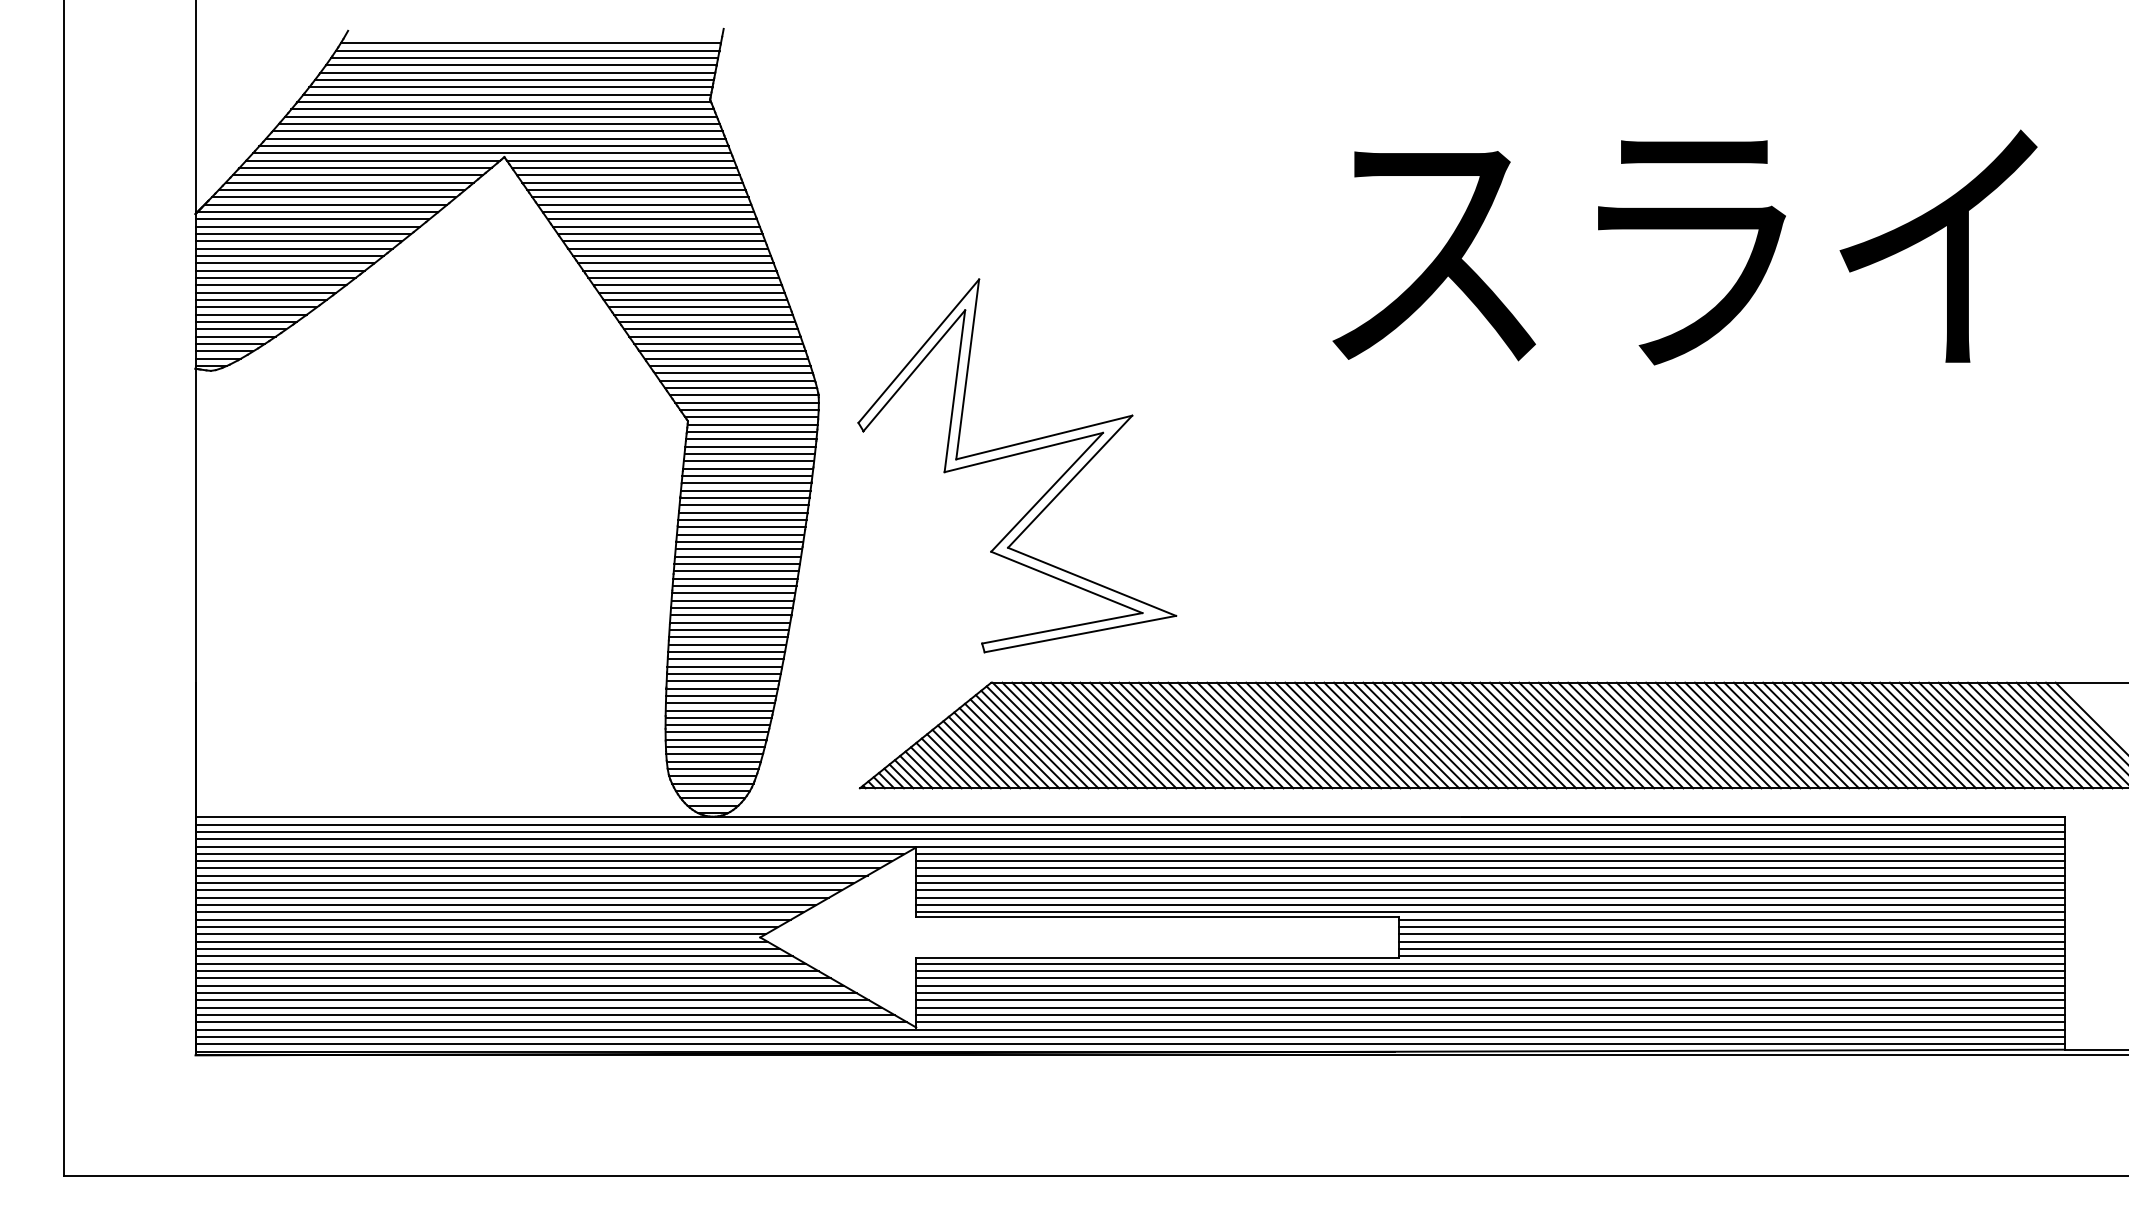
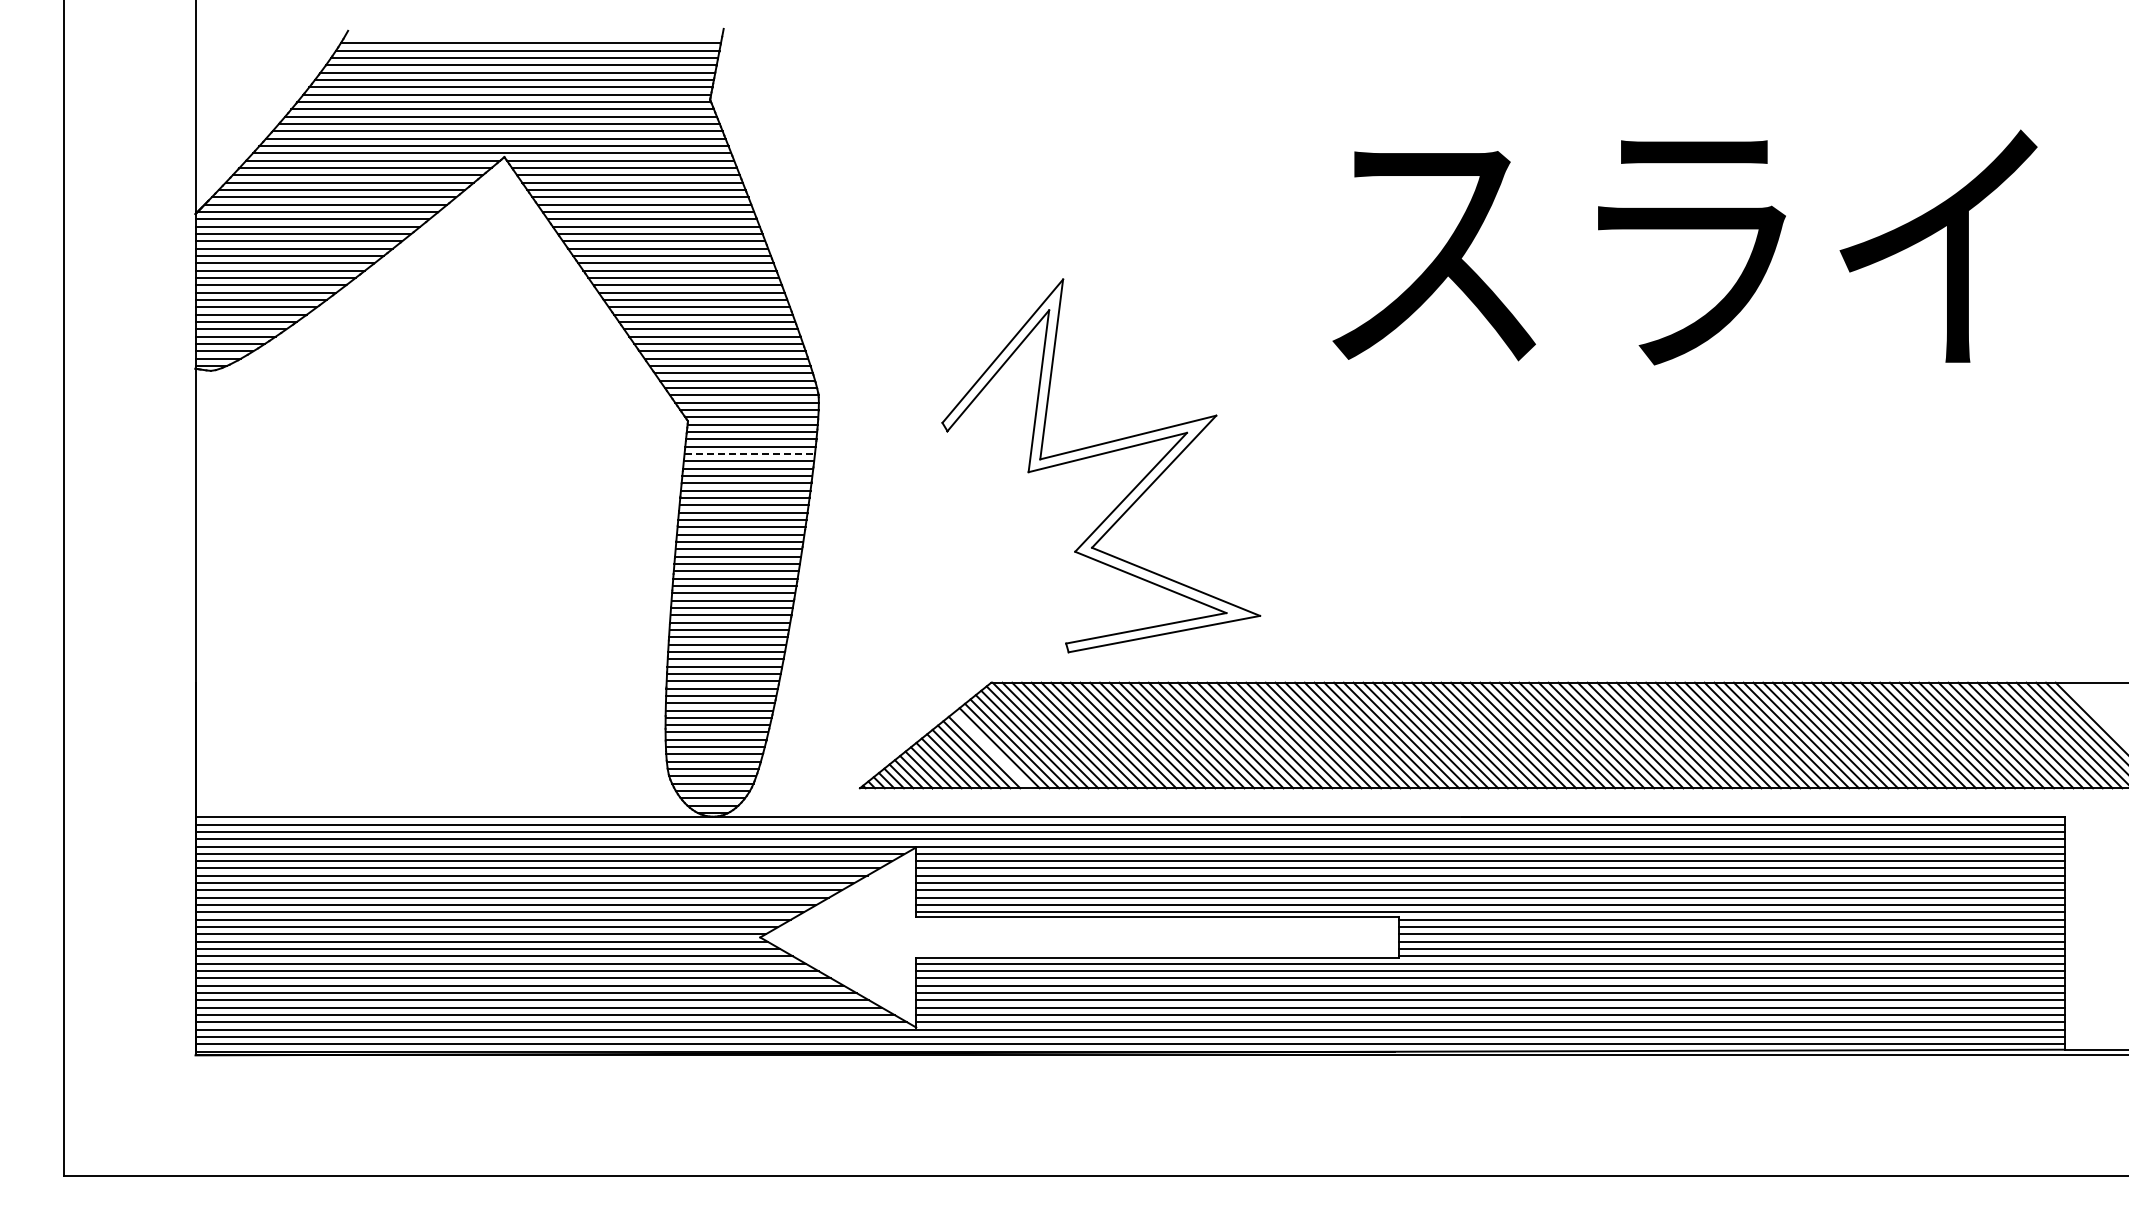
line at (750, 453): solid -> dashed
part at (1016, 455) position: (1016, 455) -> (1100, 455)
line at (992, 750): present -> none
